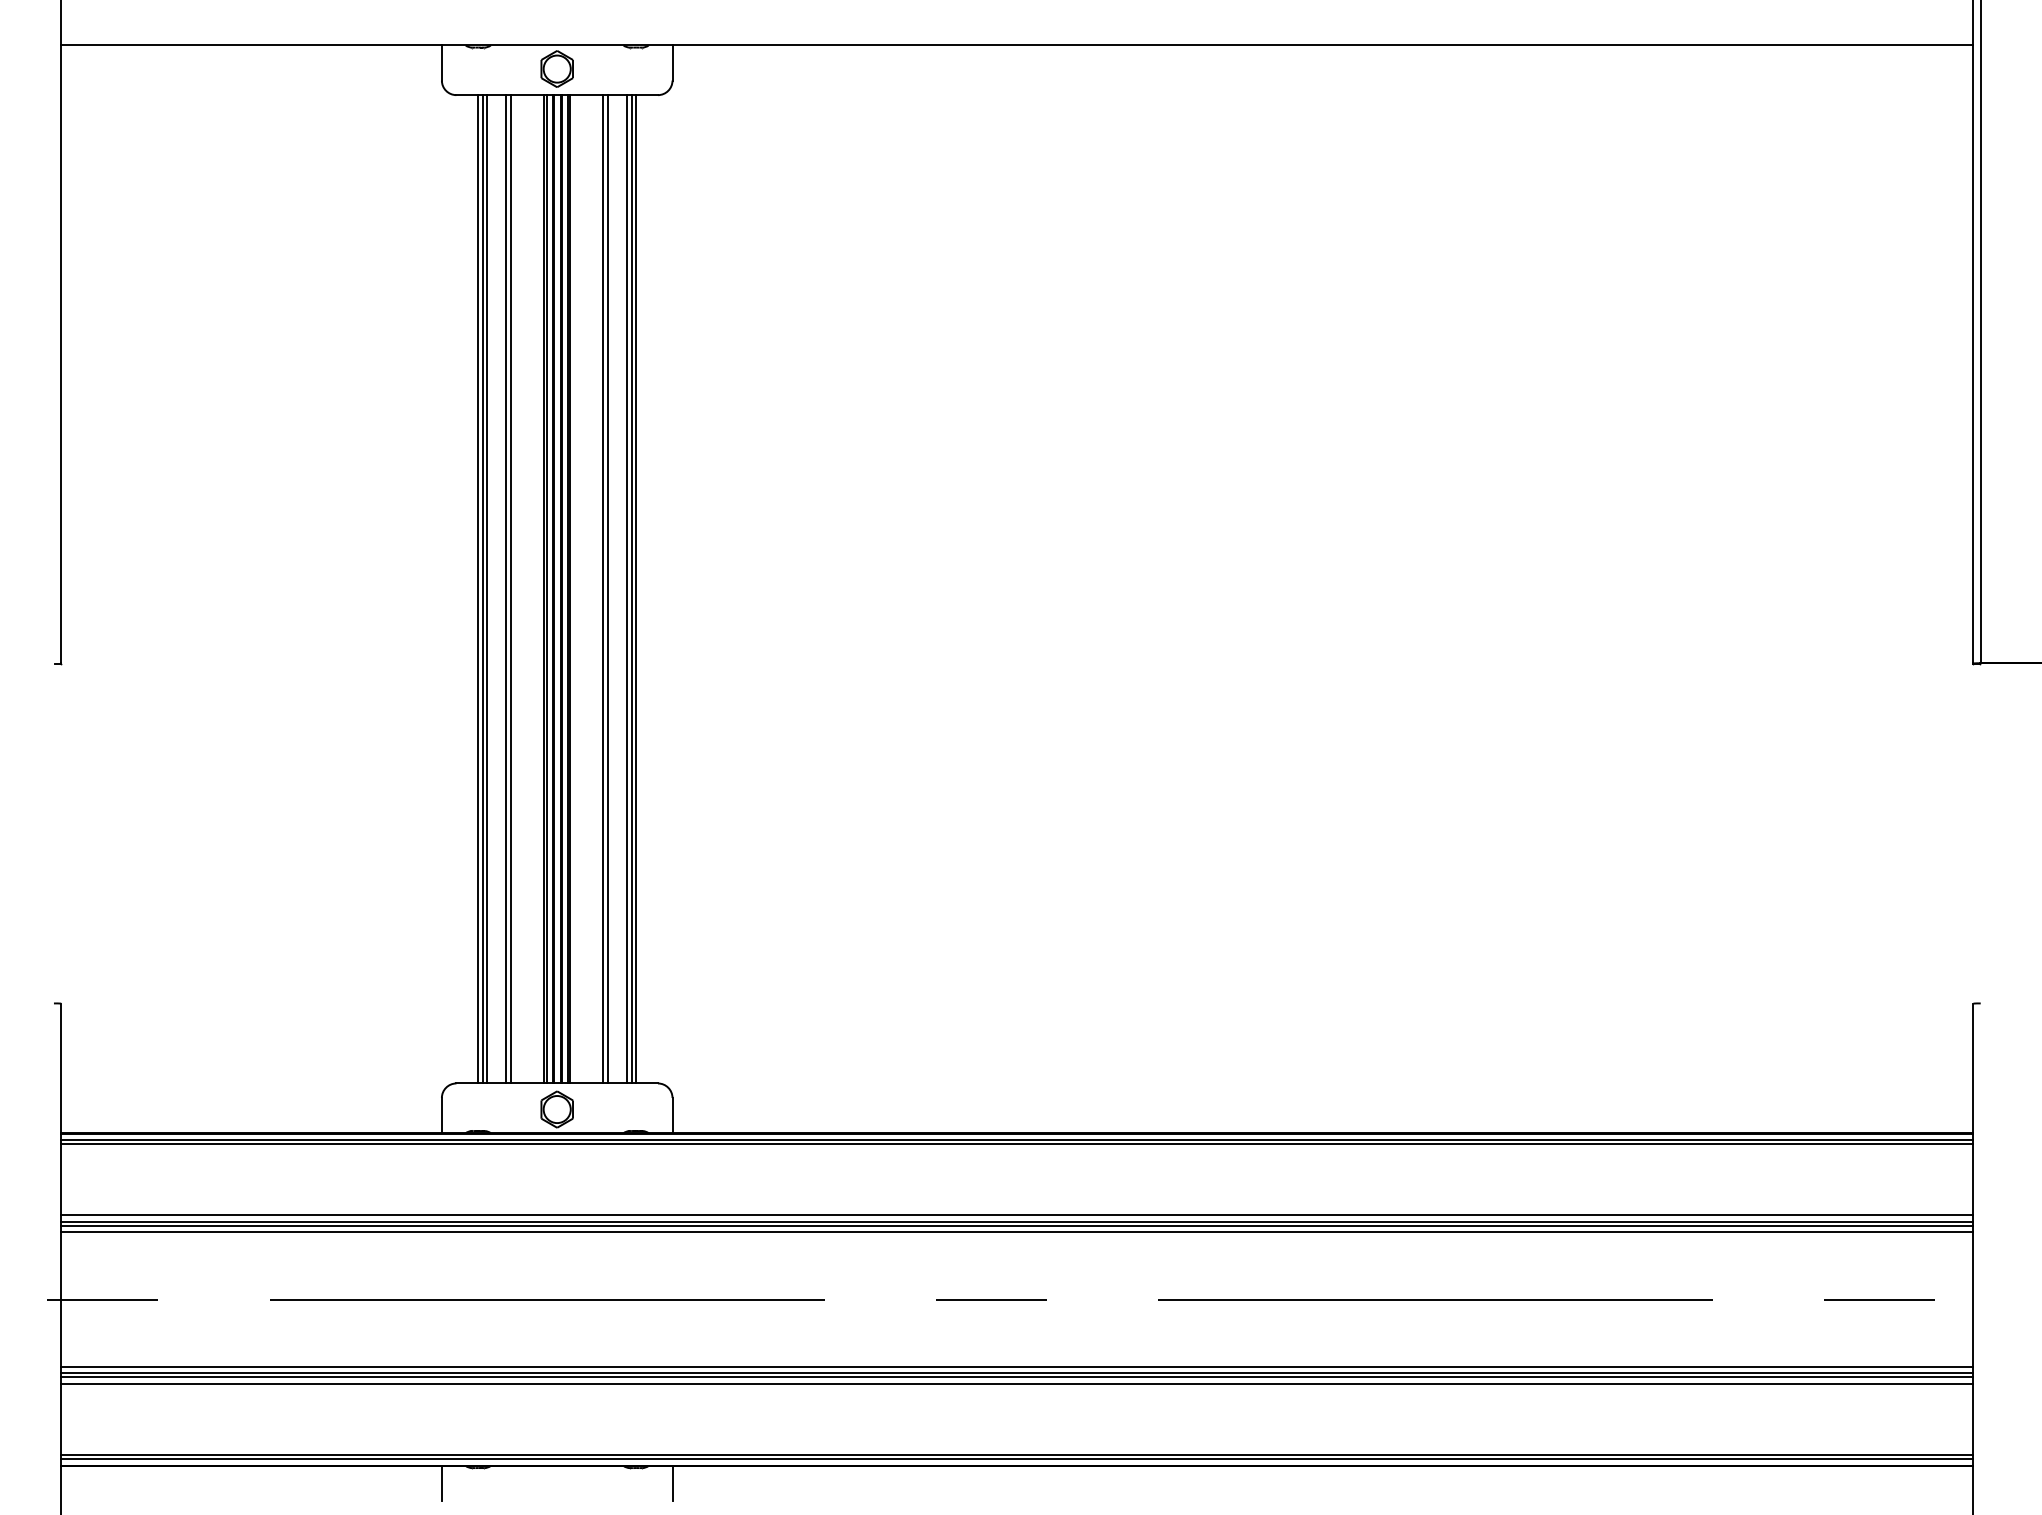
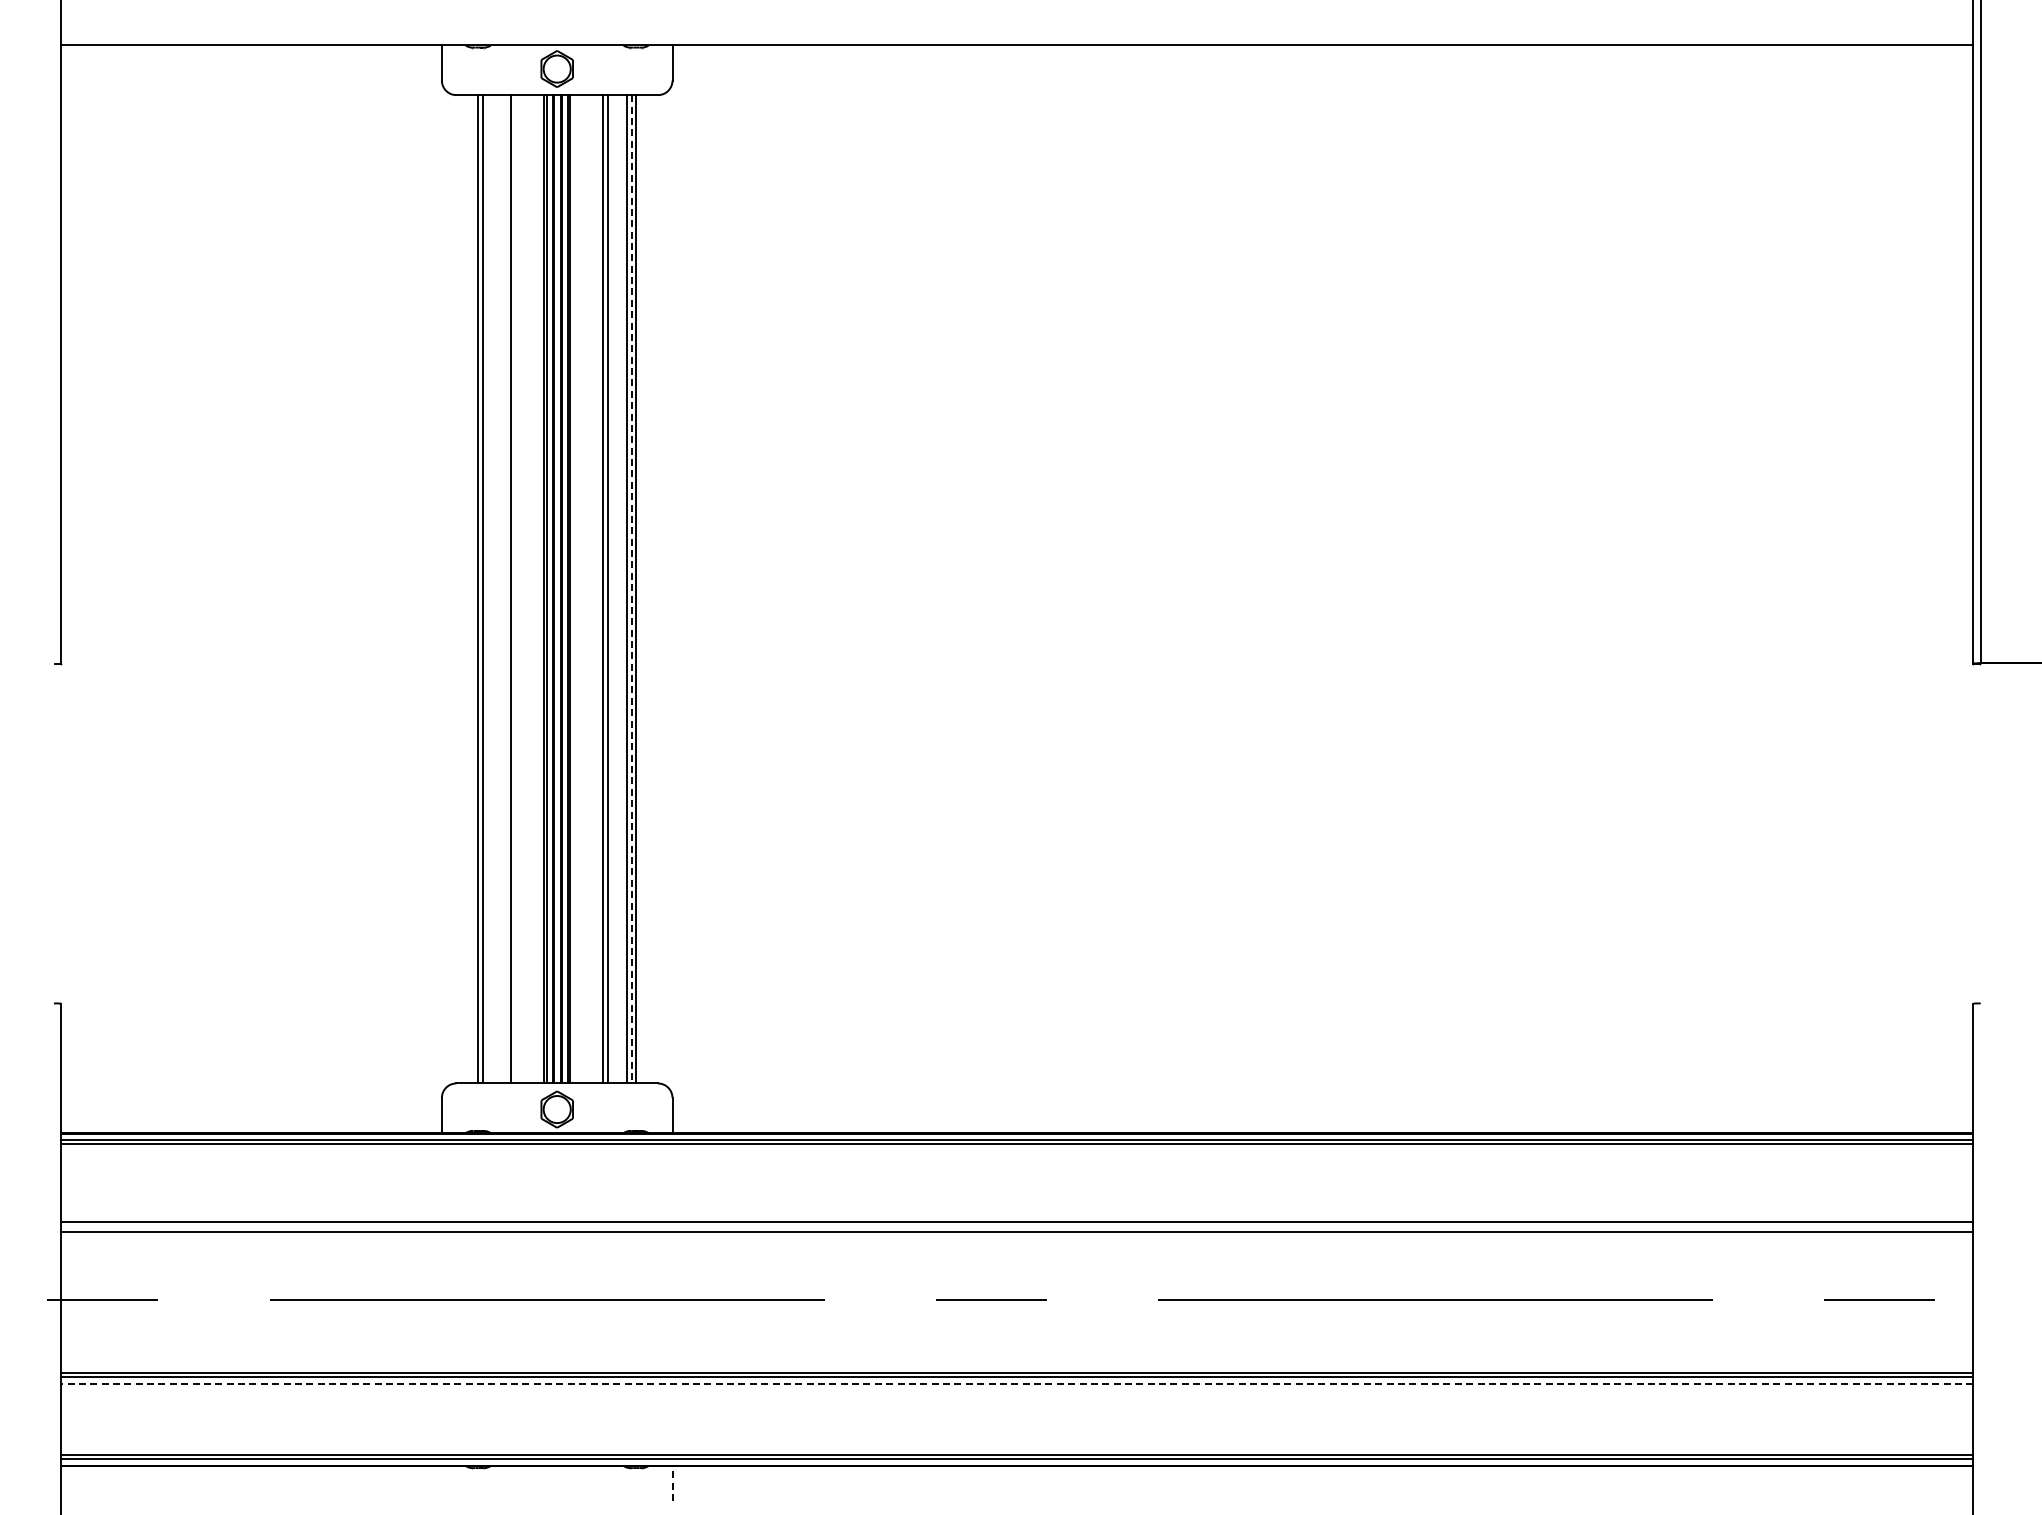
line at (487, 589): present -> none
line at (506, 589): present -> none
line at (631, 589): solid -> dashed
line at (1017, 1215): present -> none
line at (1017, 1225): present -> none
line at (1017, 1366): present -> none
line at (1016, 1383): solid -> dashed
line at (441, 1483): present -> none
line at (672, 1483): solid -> dashed
